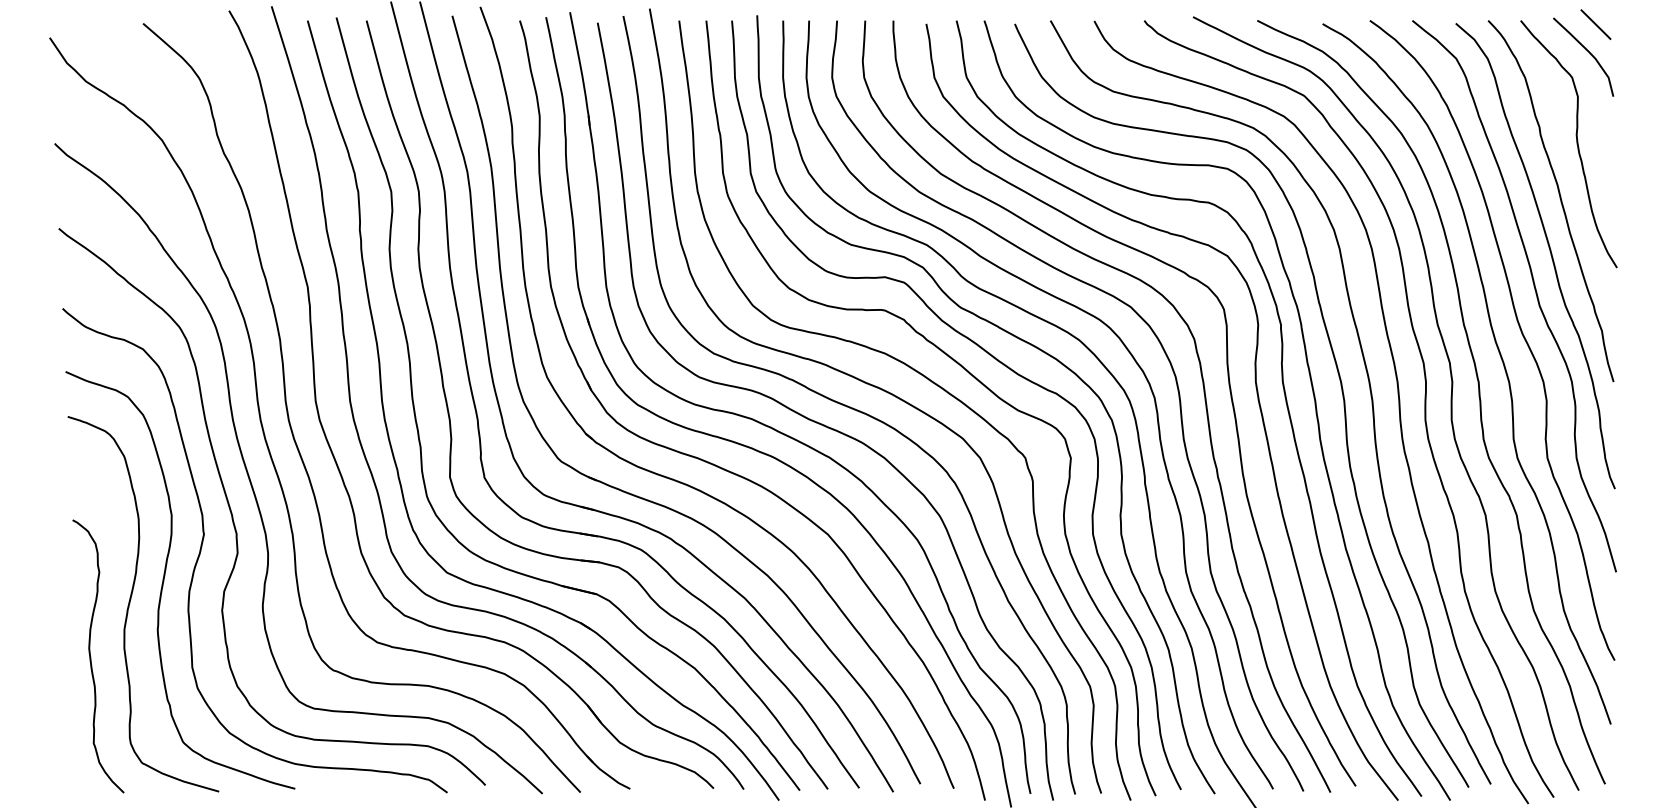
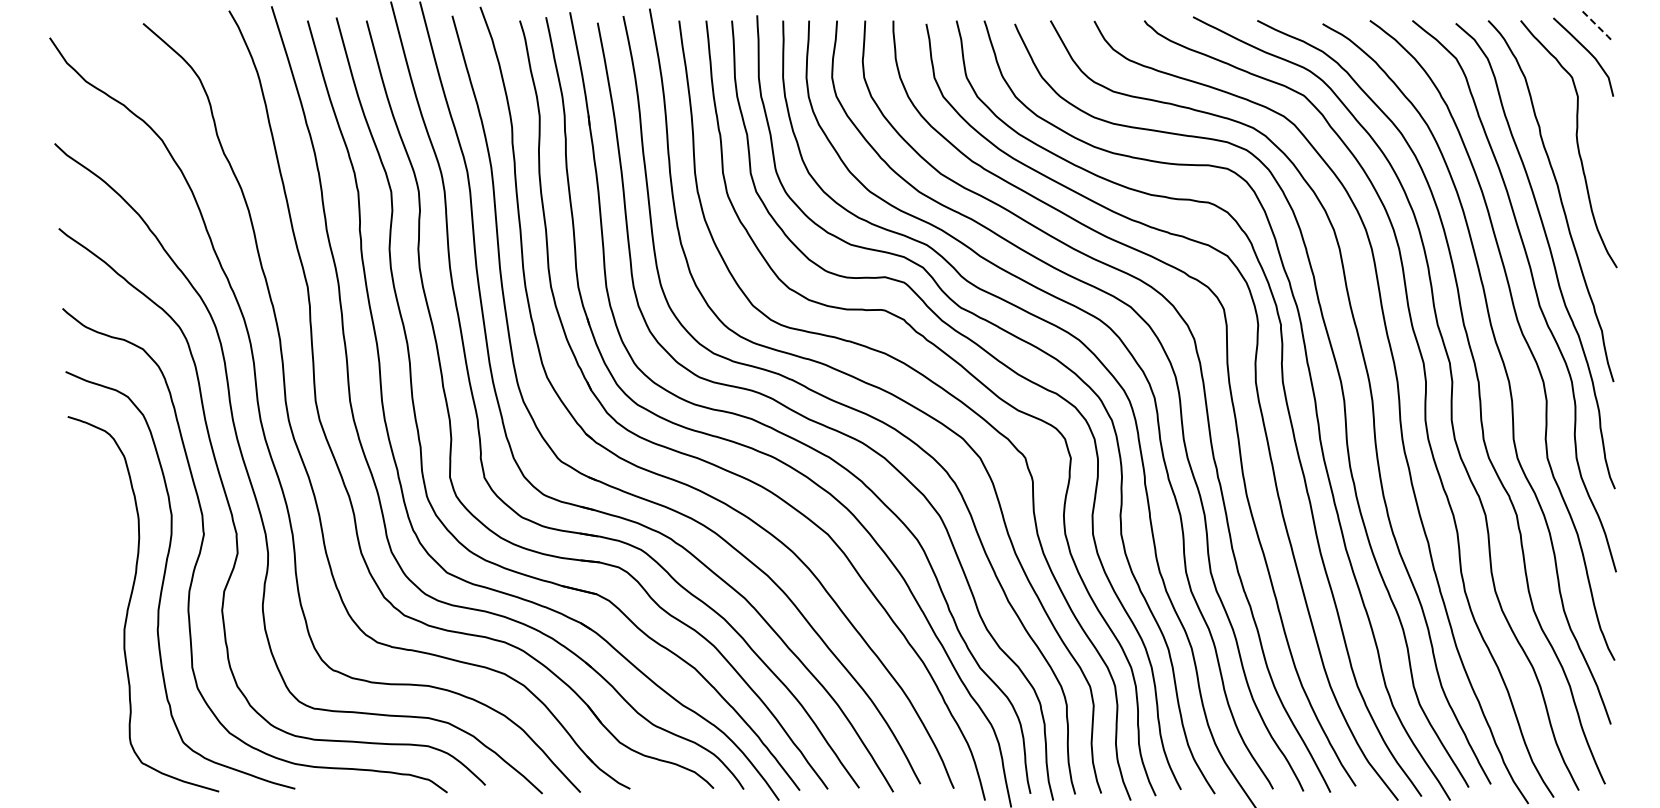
line at (1596, 24): solid -> dashed
curve at (91, 656): present -> none
